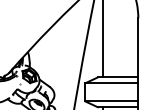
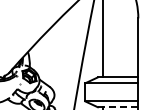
line at (117, 107): solid -> dashed
